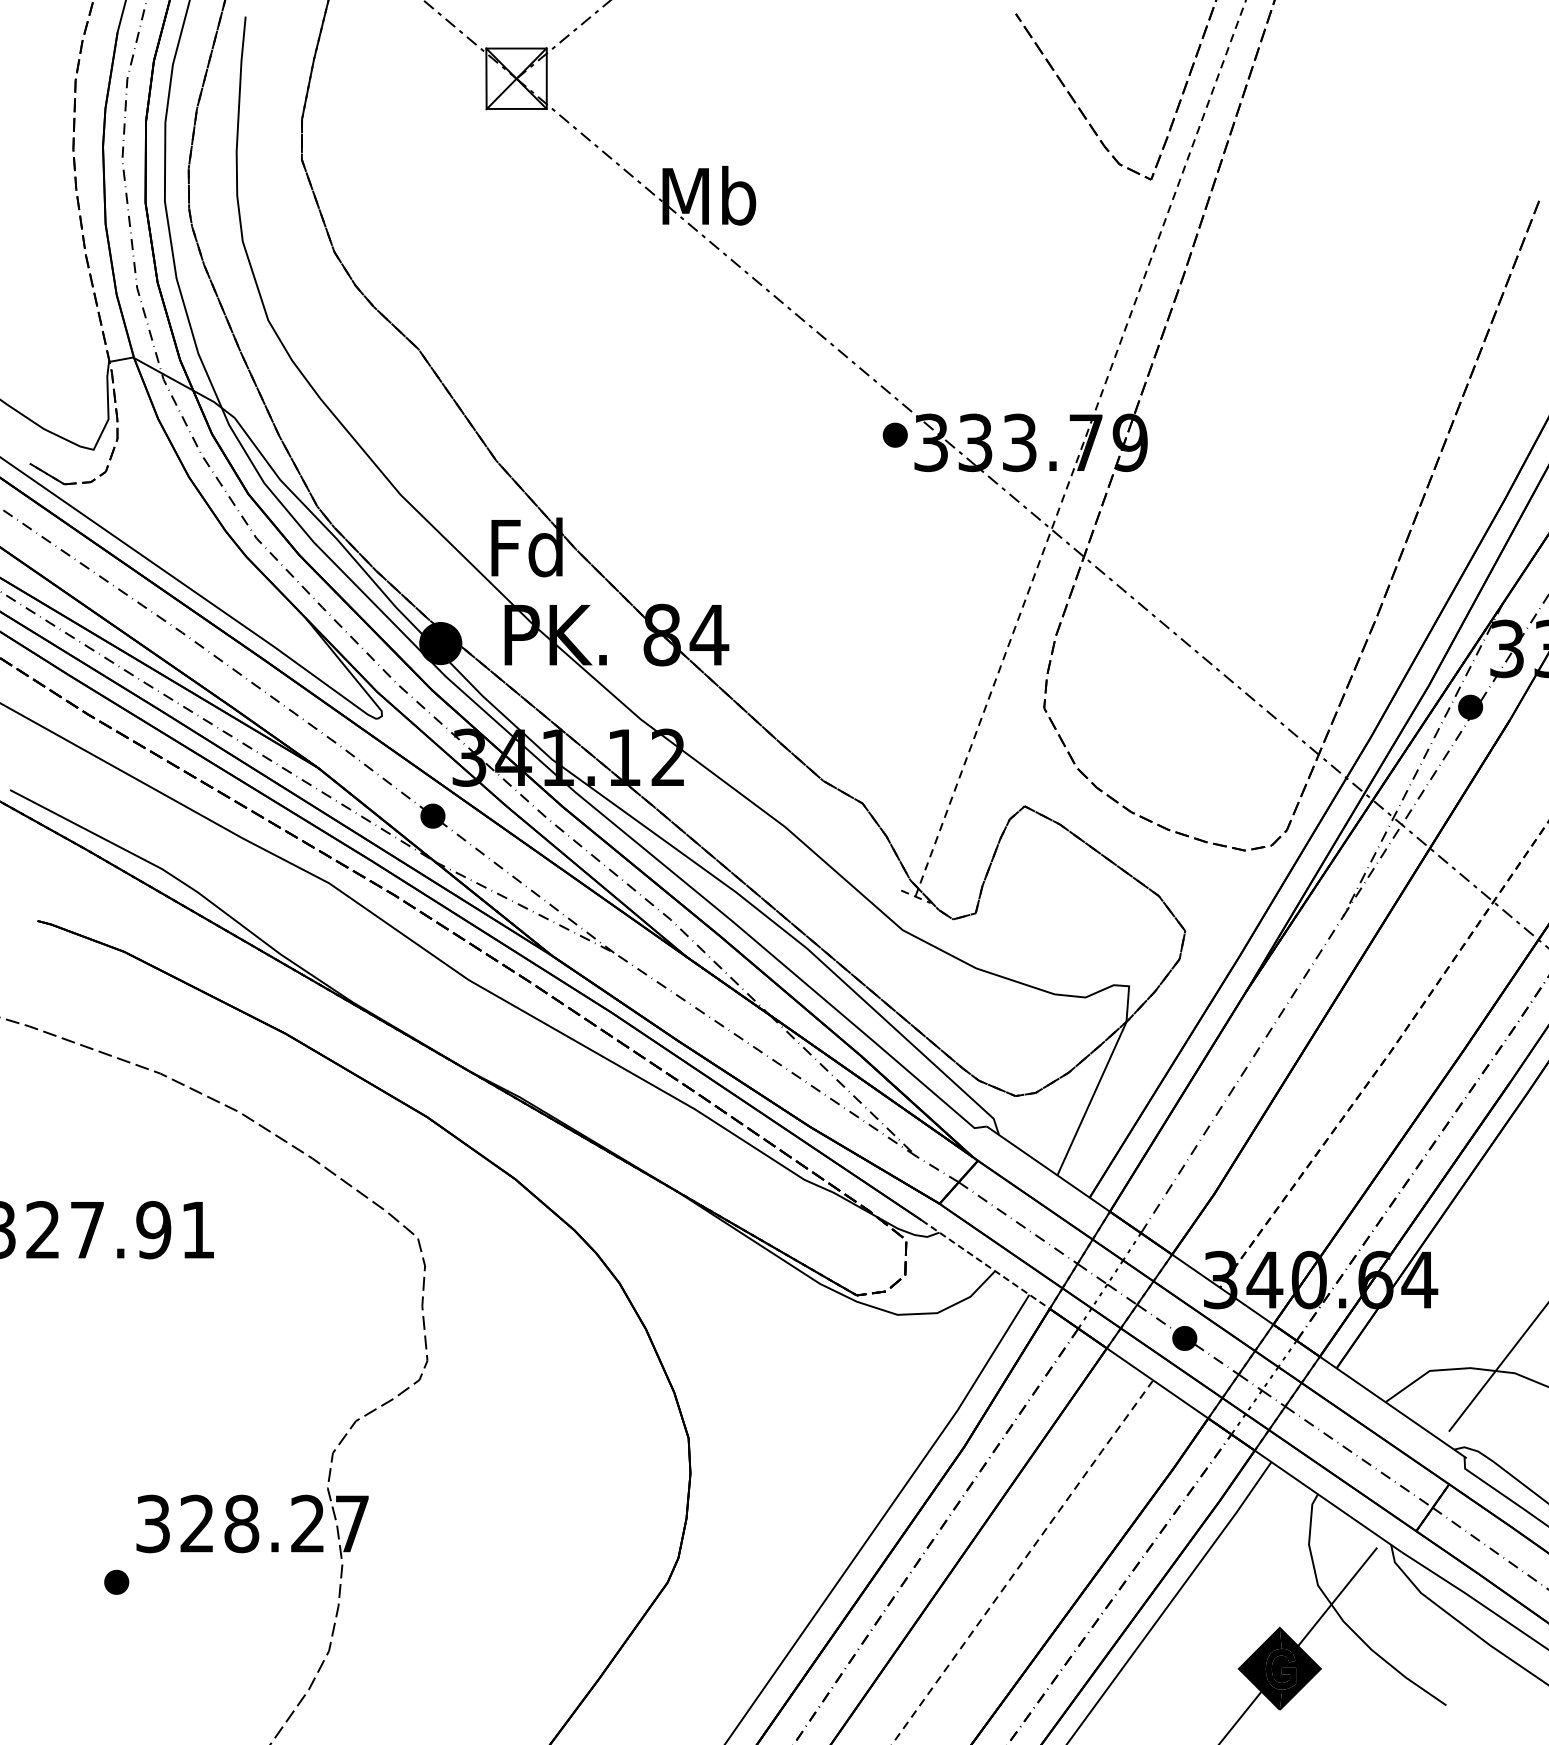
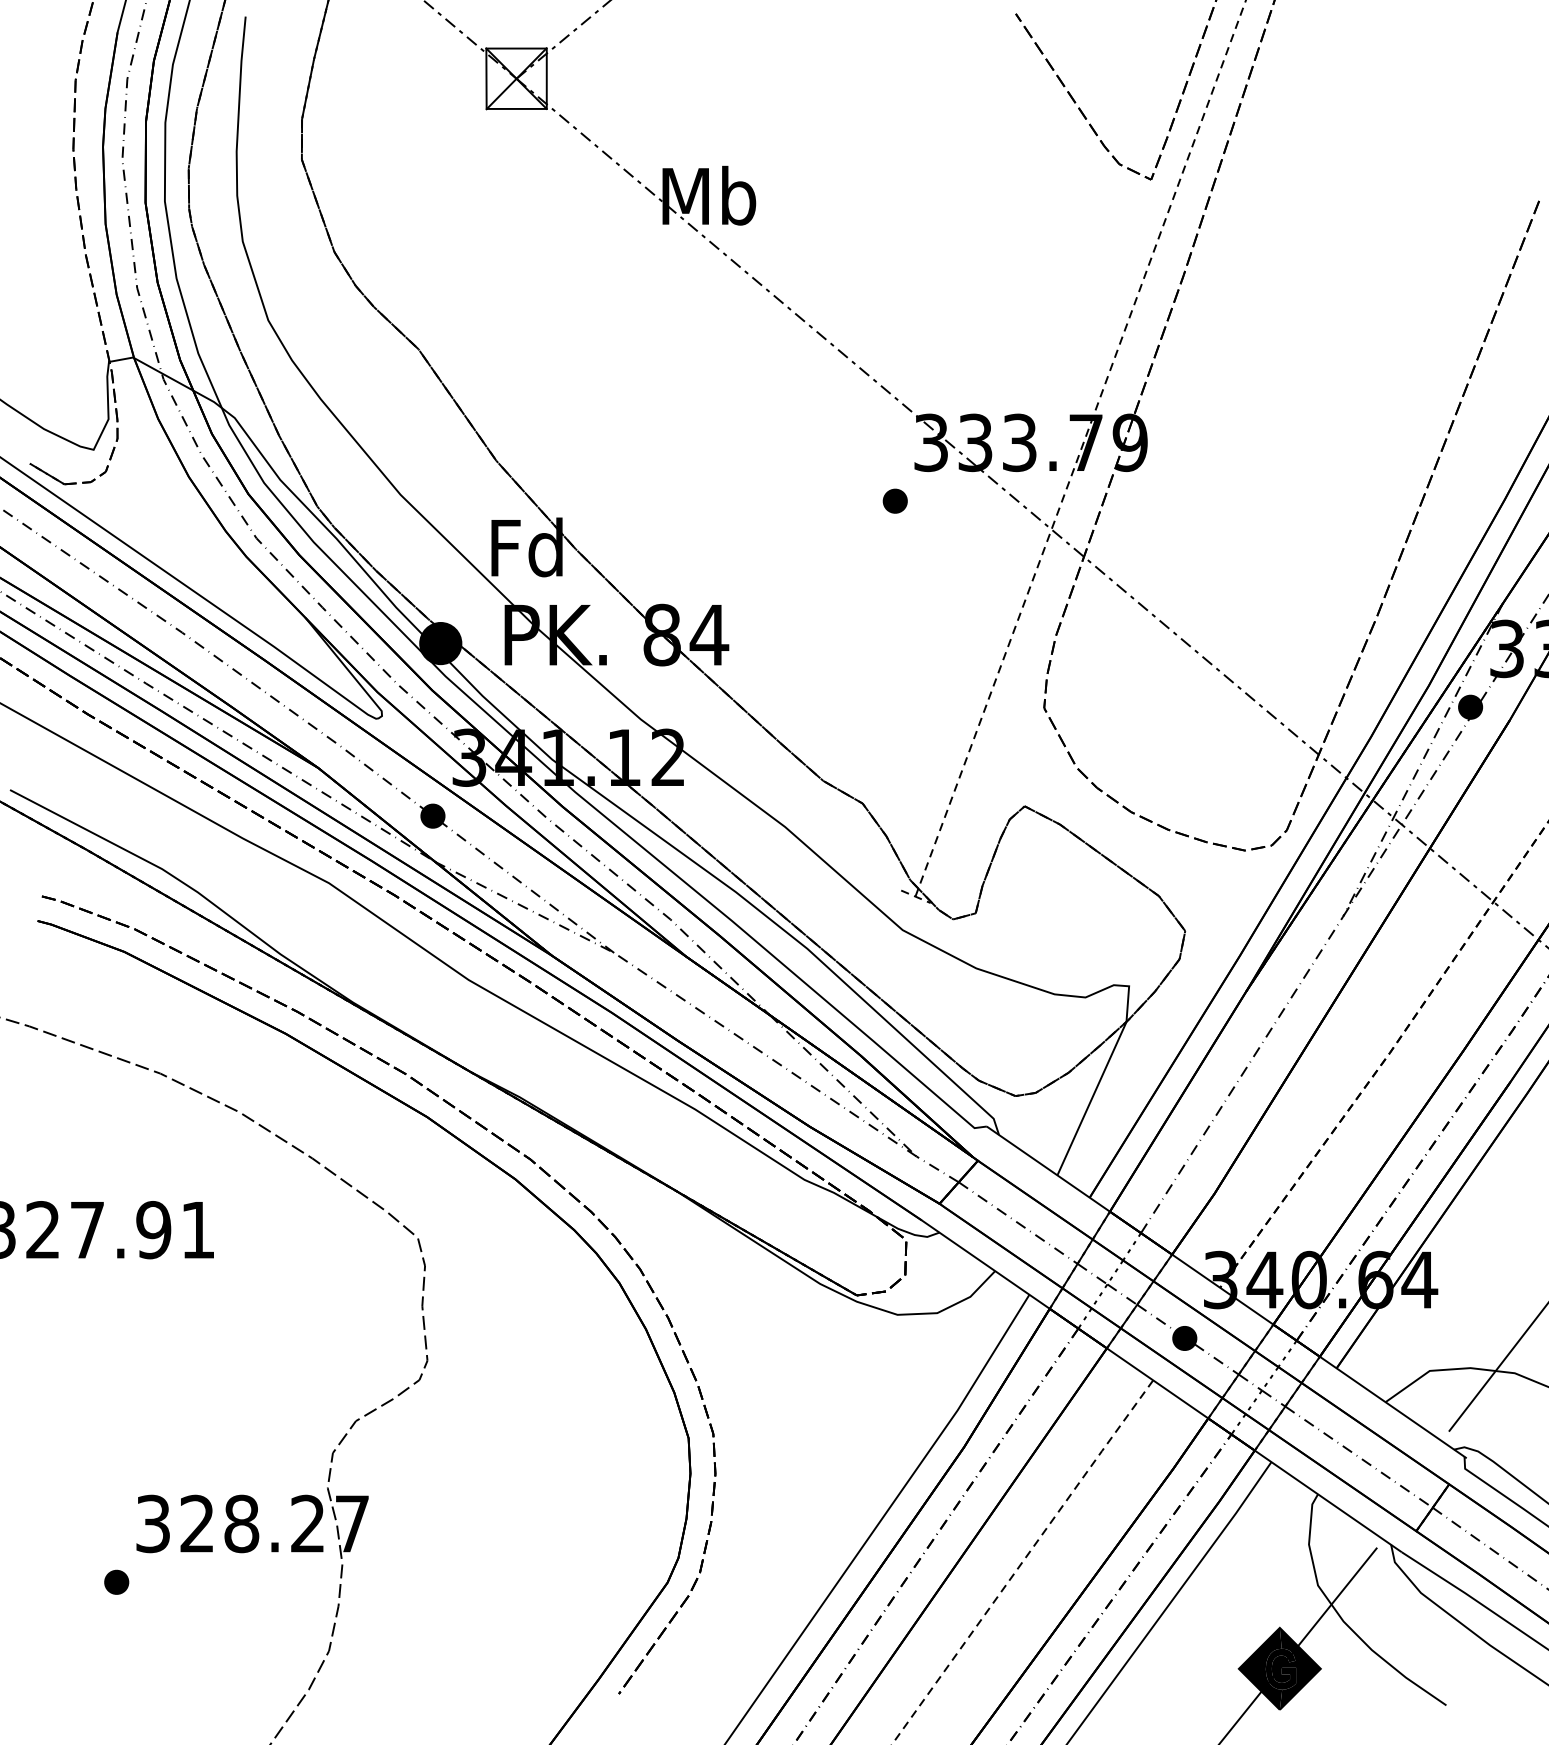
part at (894, 434) position: (894, 434) -> (894, 500)
part at (491, 1134): none -> present
line at (985, 1264): dashed -> solid
